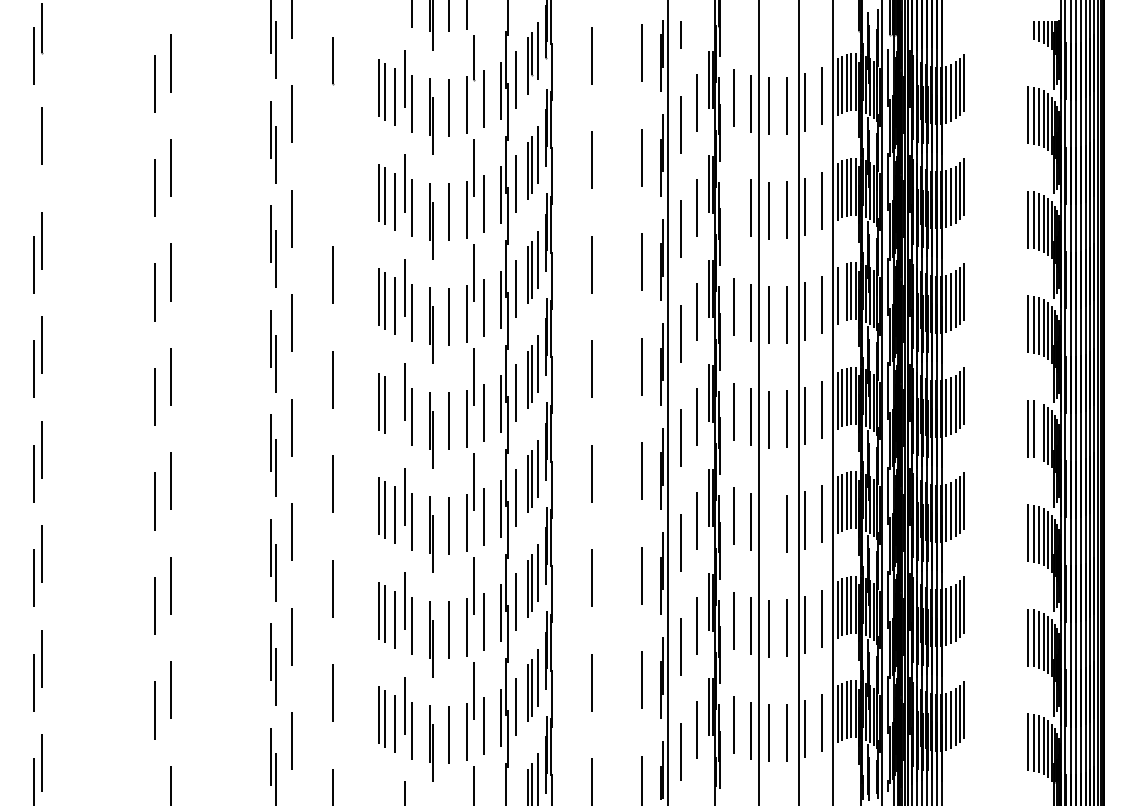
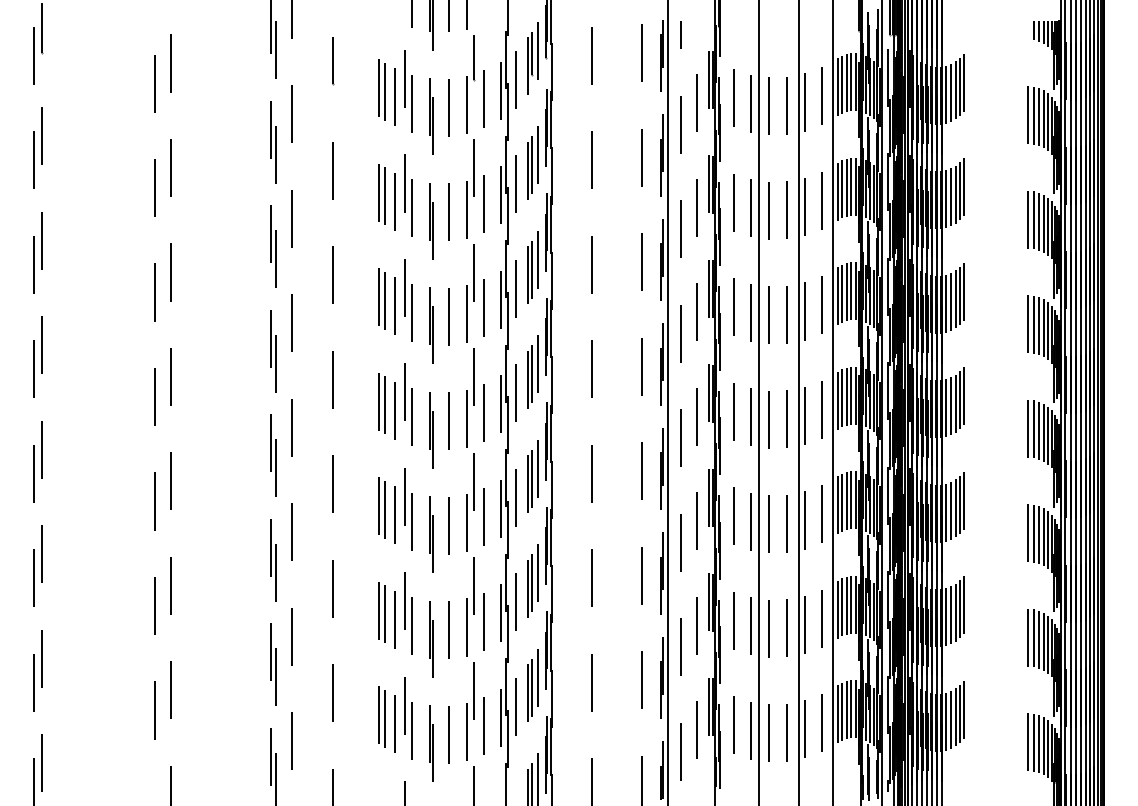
line at (34, 160): none -> present
line at (332, 170): none -> present
line at (734, 202): none -> present
line at (842, 293): none -> present
line at (394, 410): none -> present
line at (1038, 430): none -> present
line at (769, 524): none -> present
